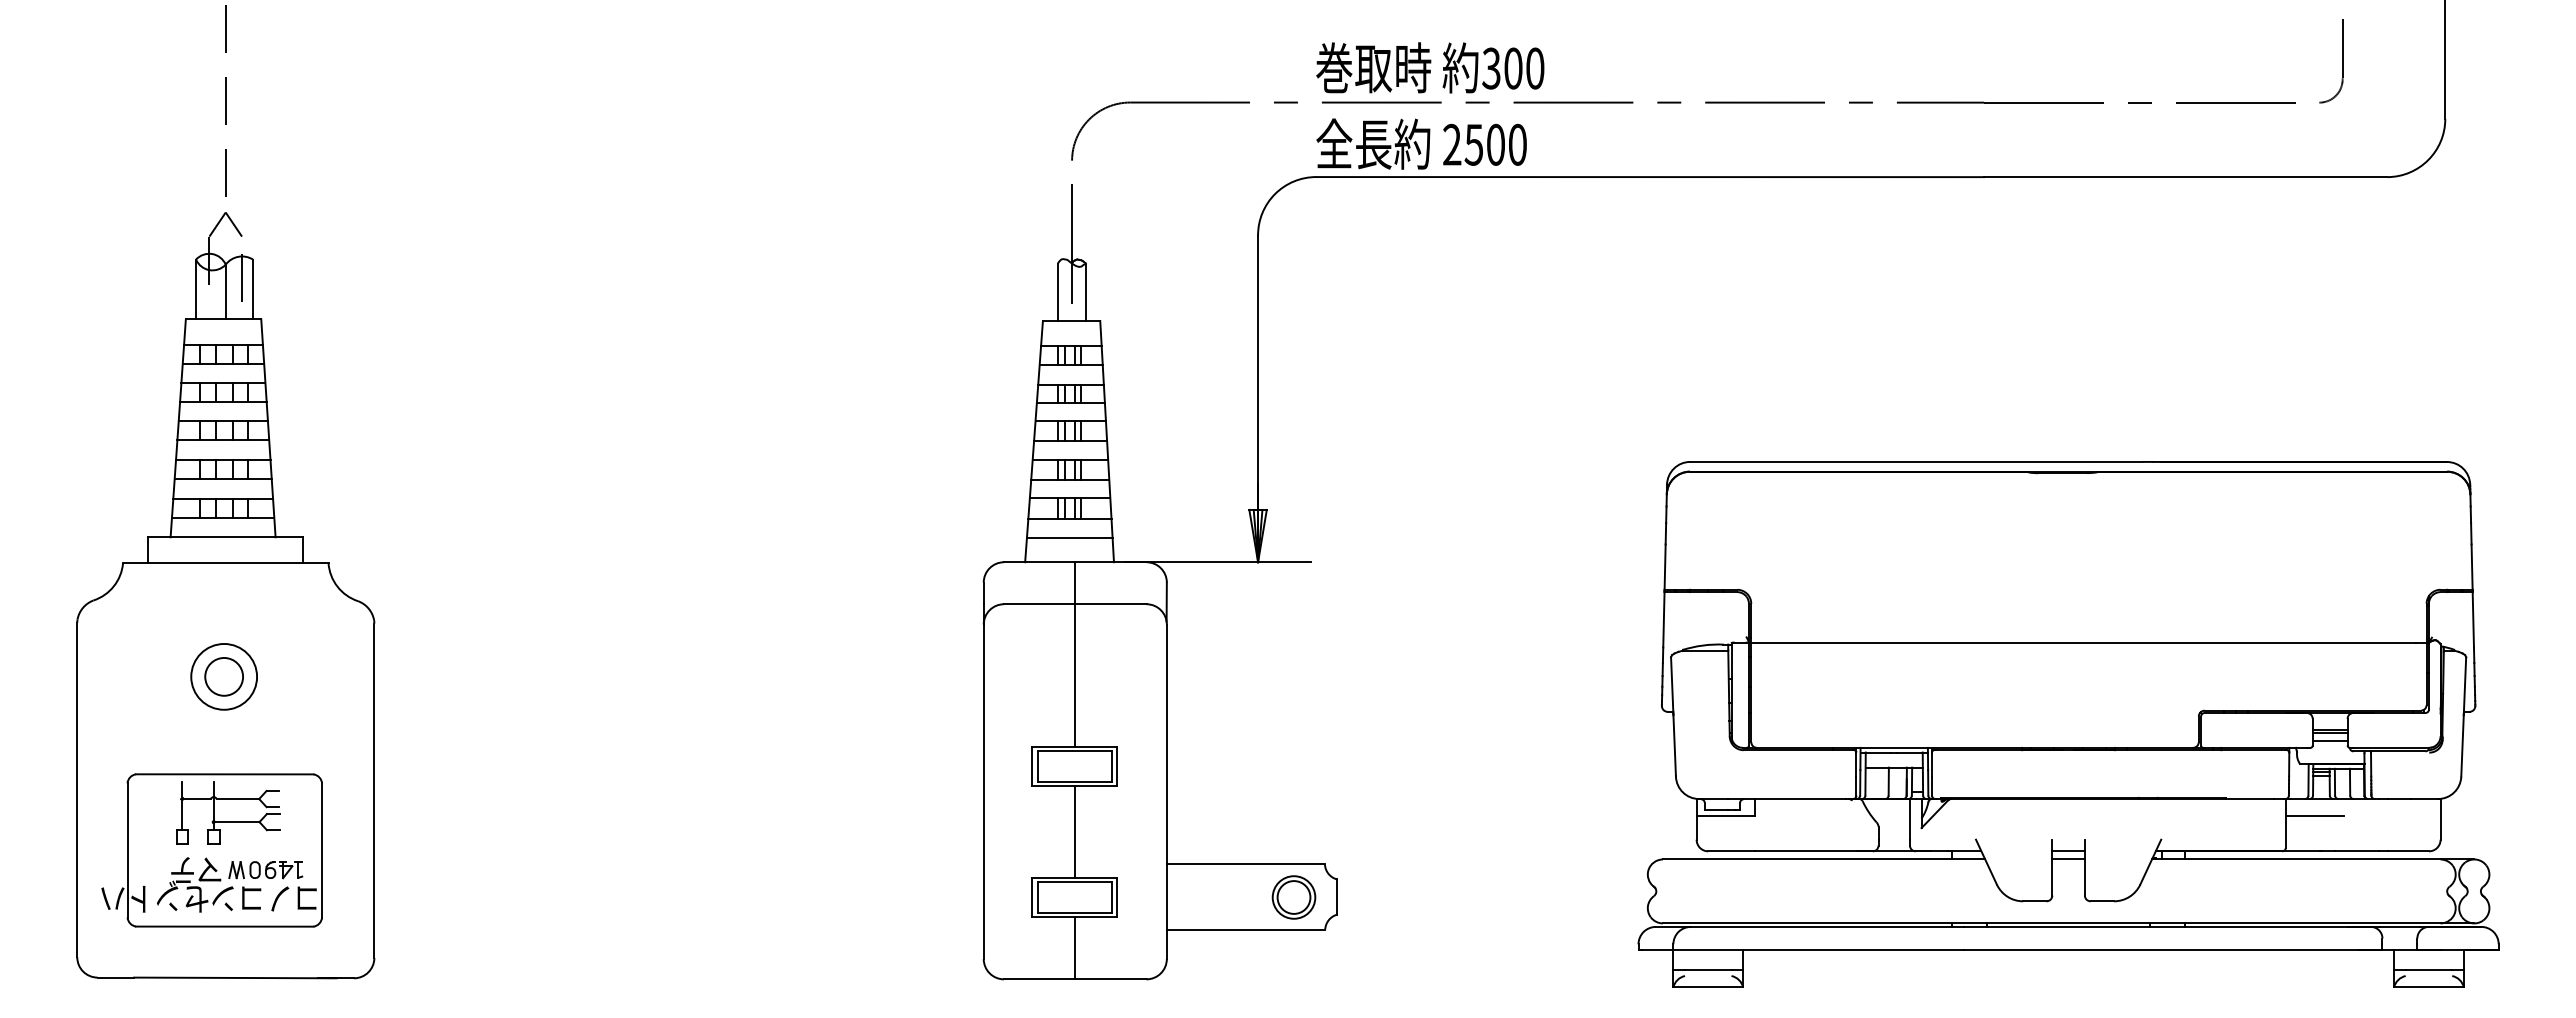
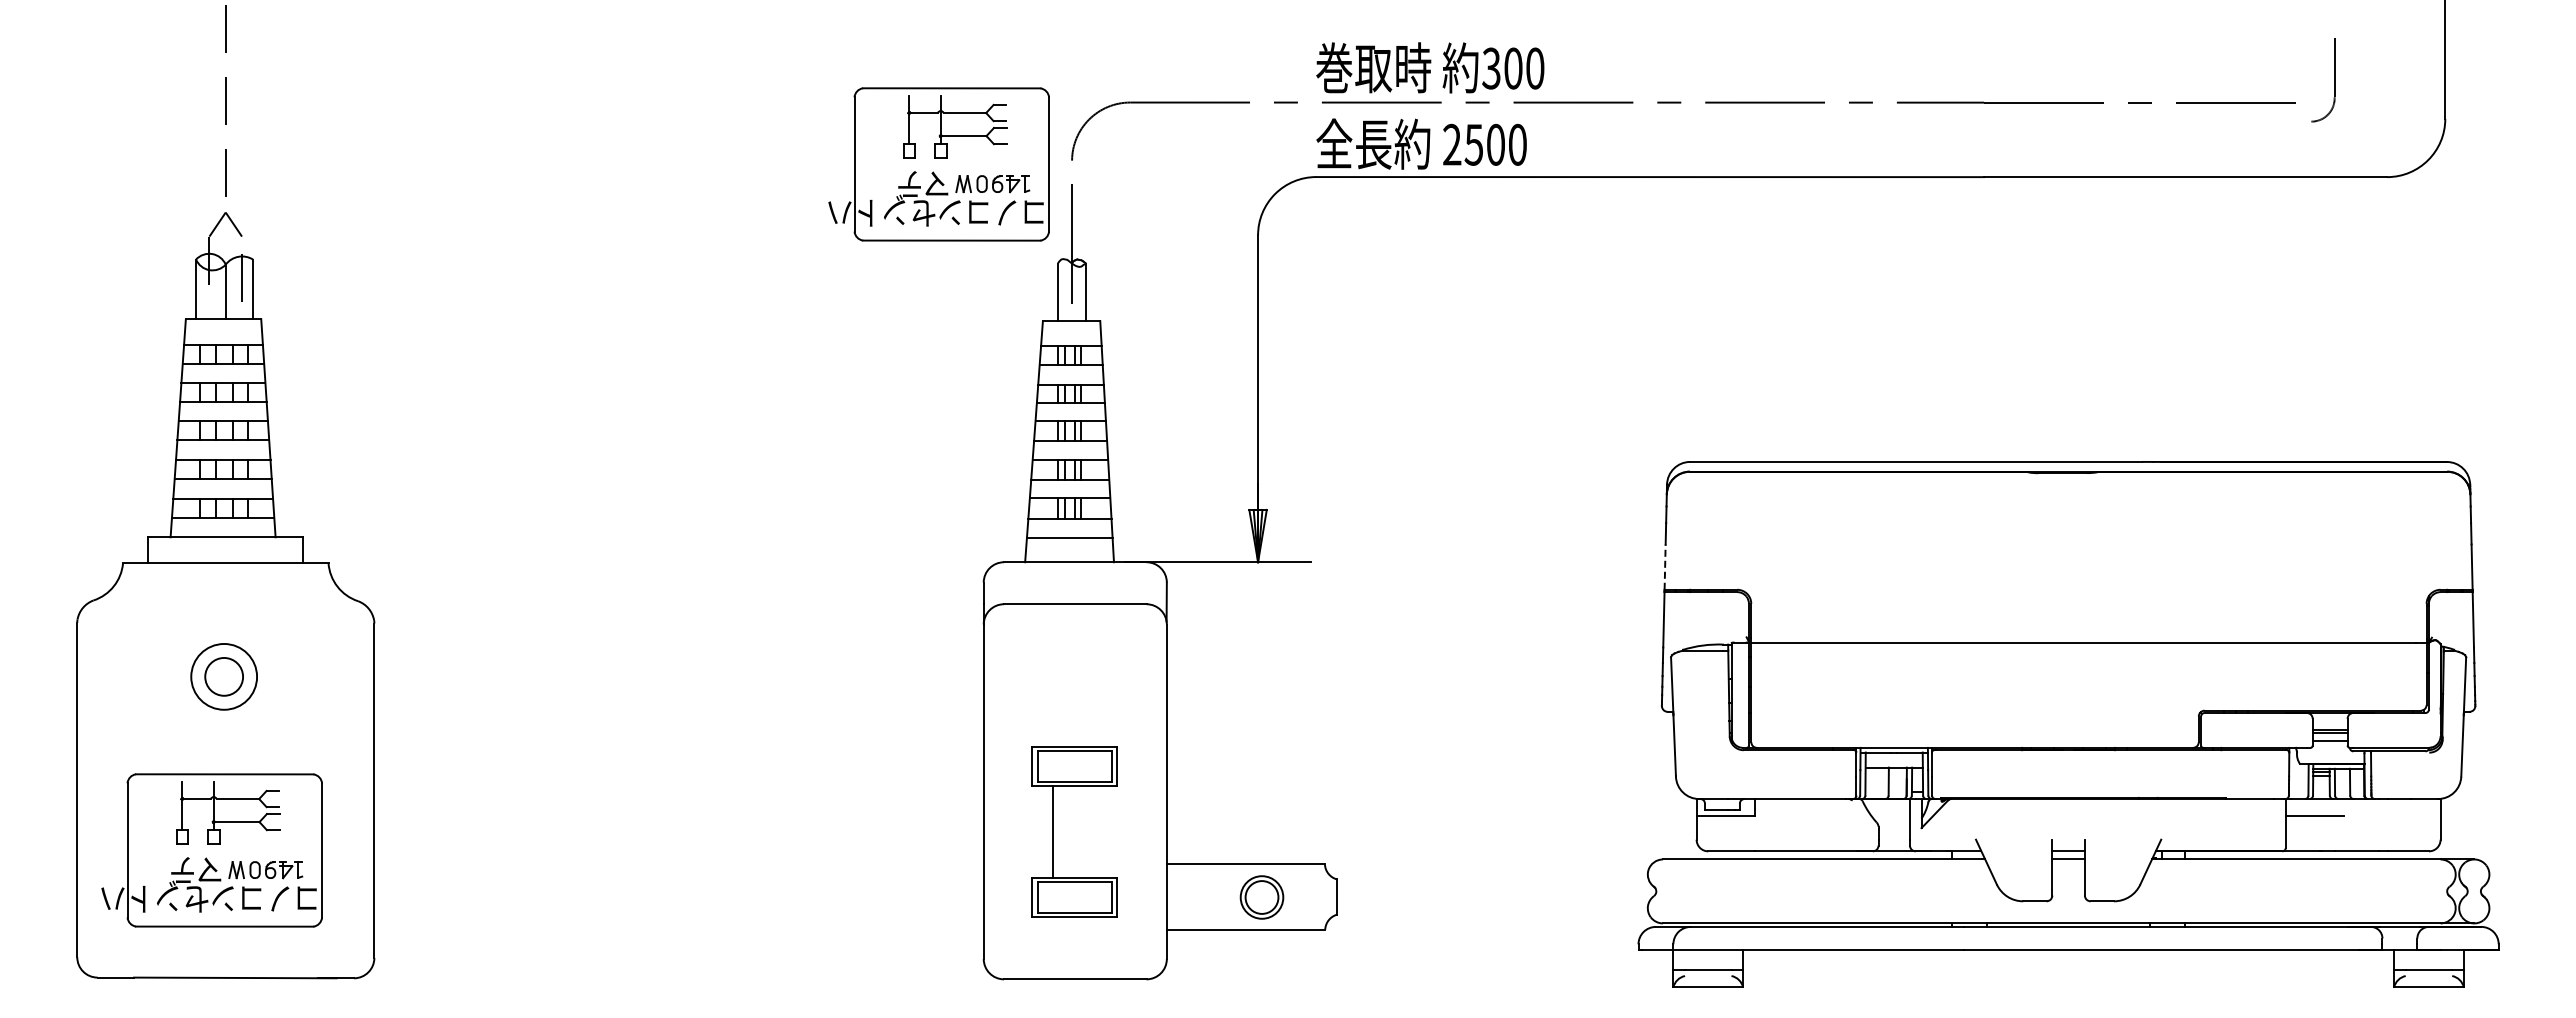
part at (2342, 61) position: (2342, 61) -> (2334, 80)
part at (938, 164): none -> present
line at (1665, 567): solid -> dashed
line at (1075, 654): present -> none
line at (1075, 831) position: (1075, 831) -> (1053, 831)
part at (1293, 897) position: (1293, 897) -> (1261, 897)
line at (1075, 948): present -> none
